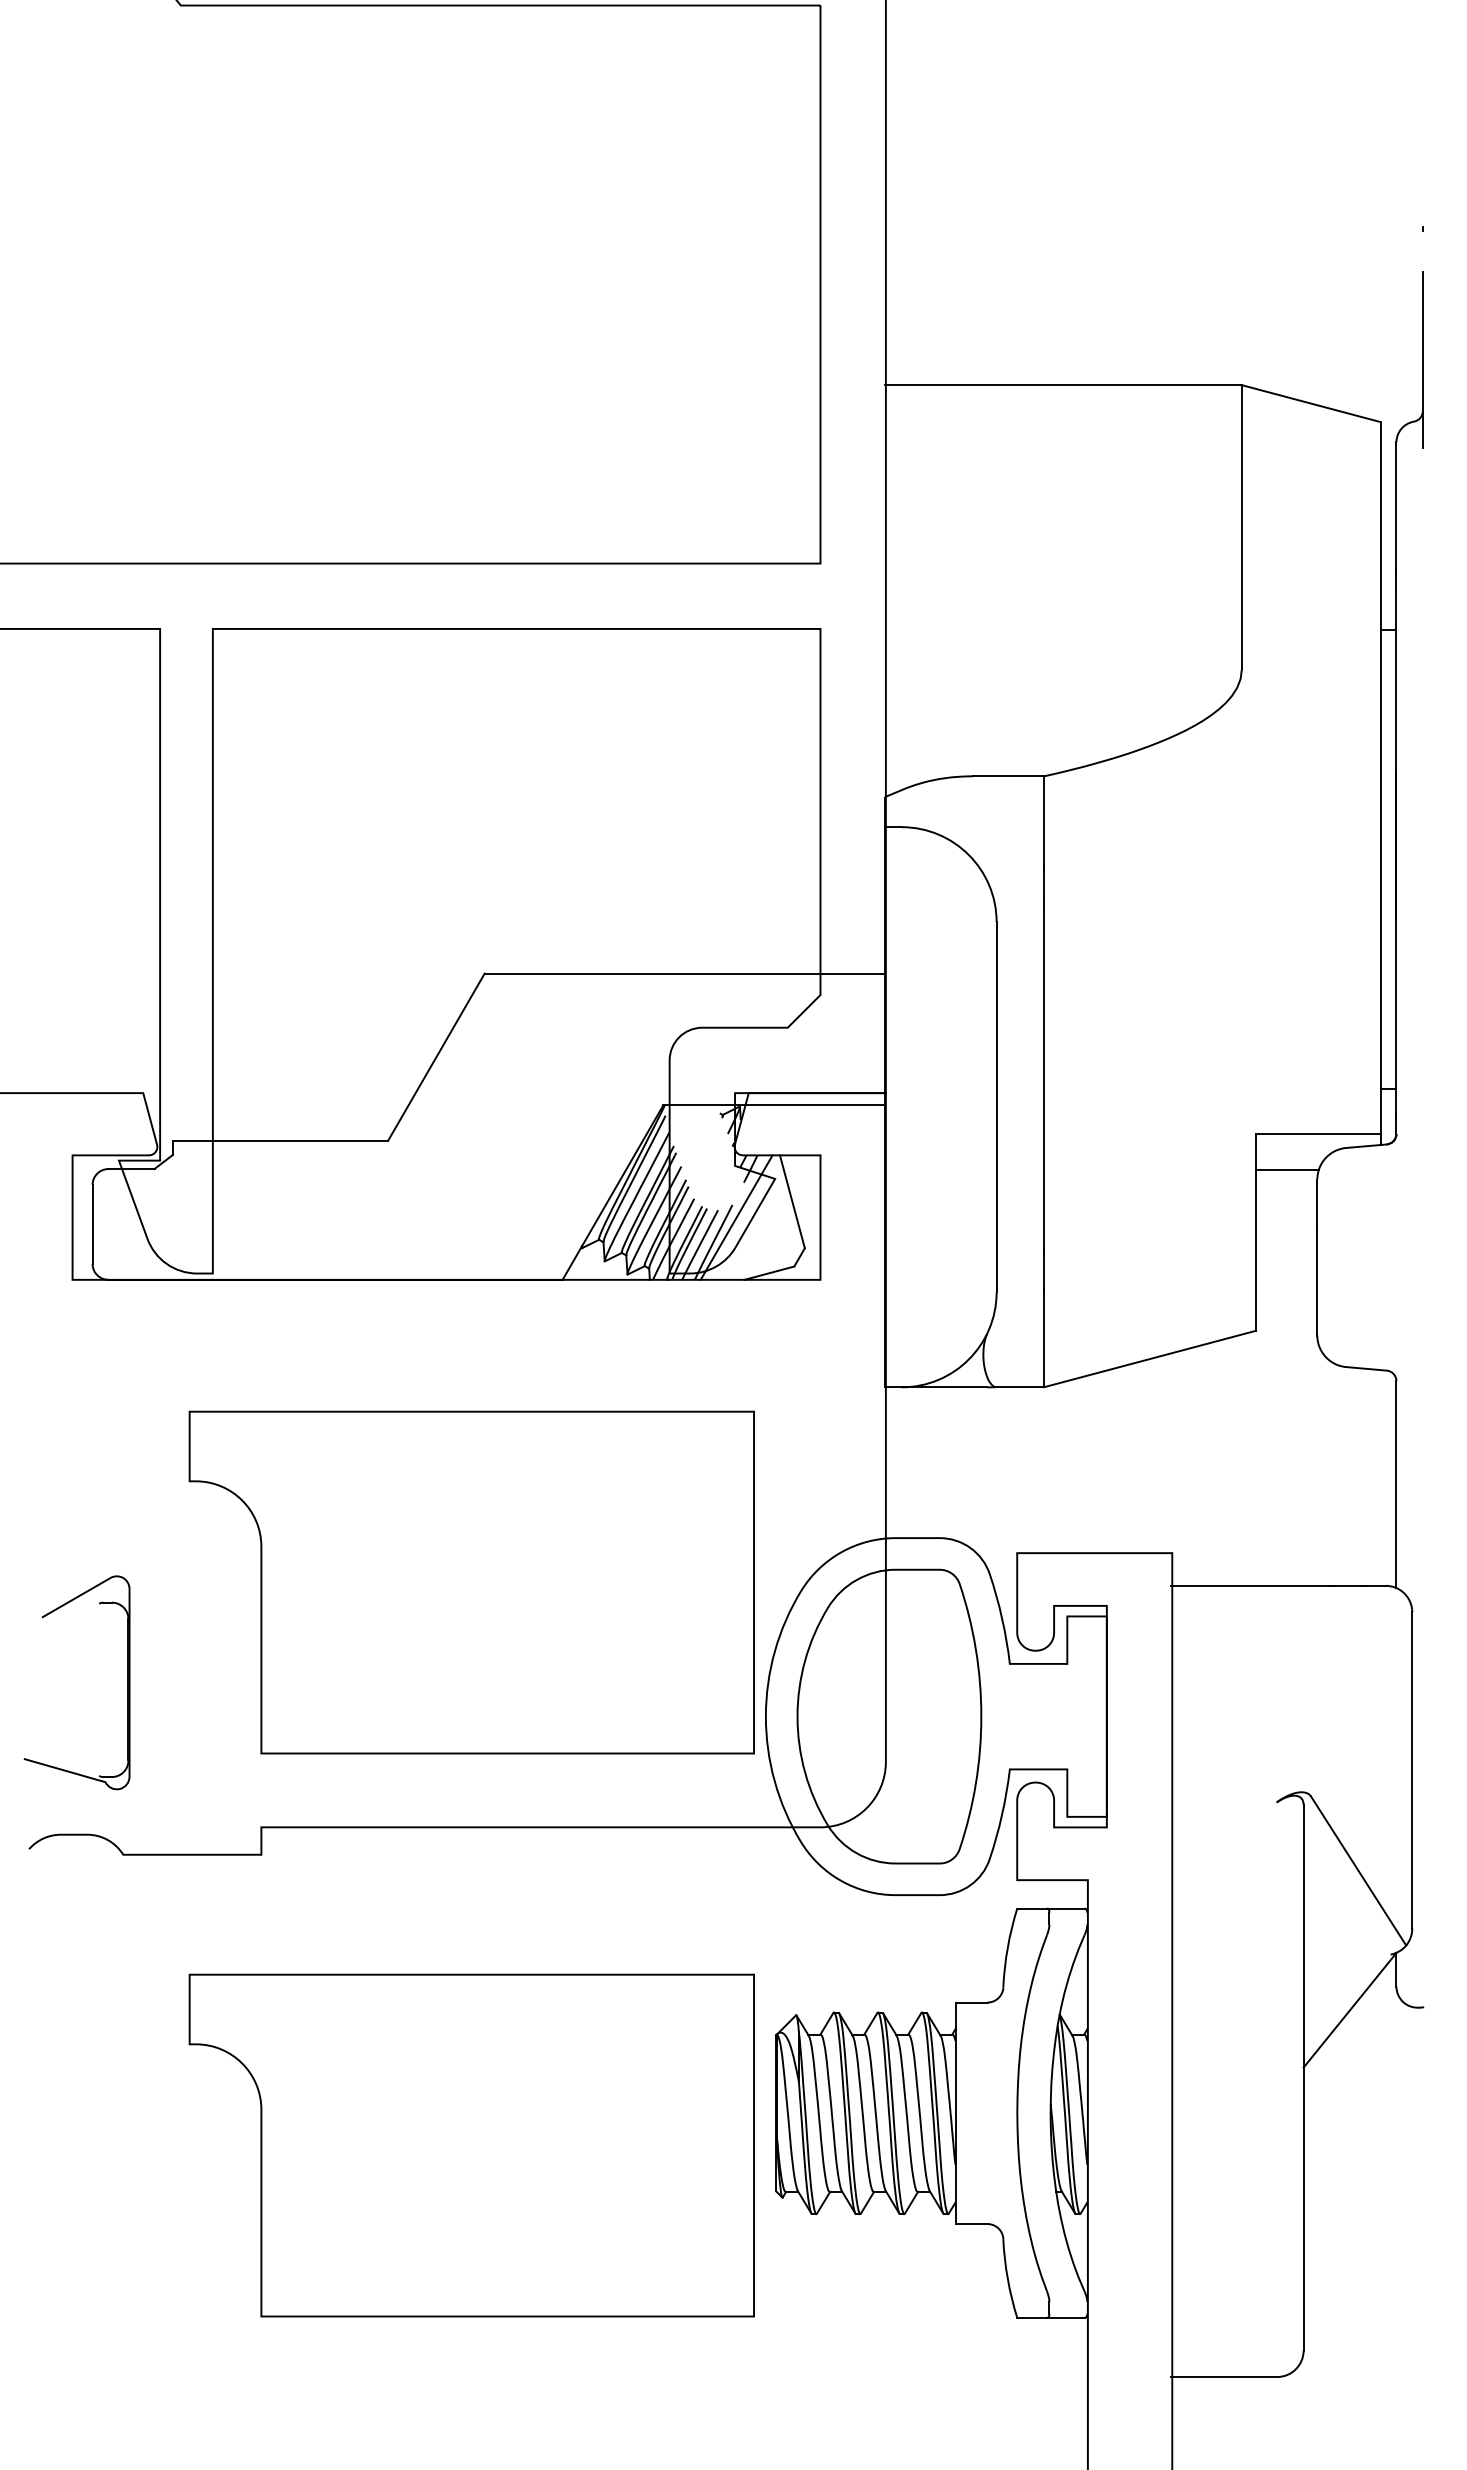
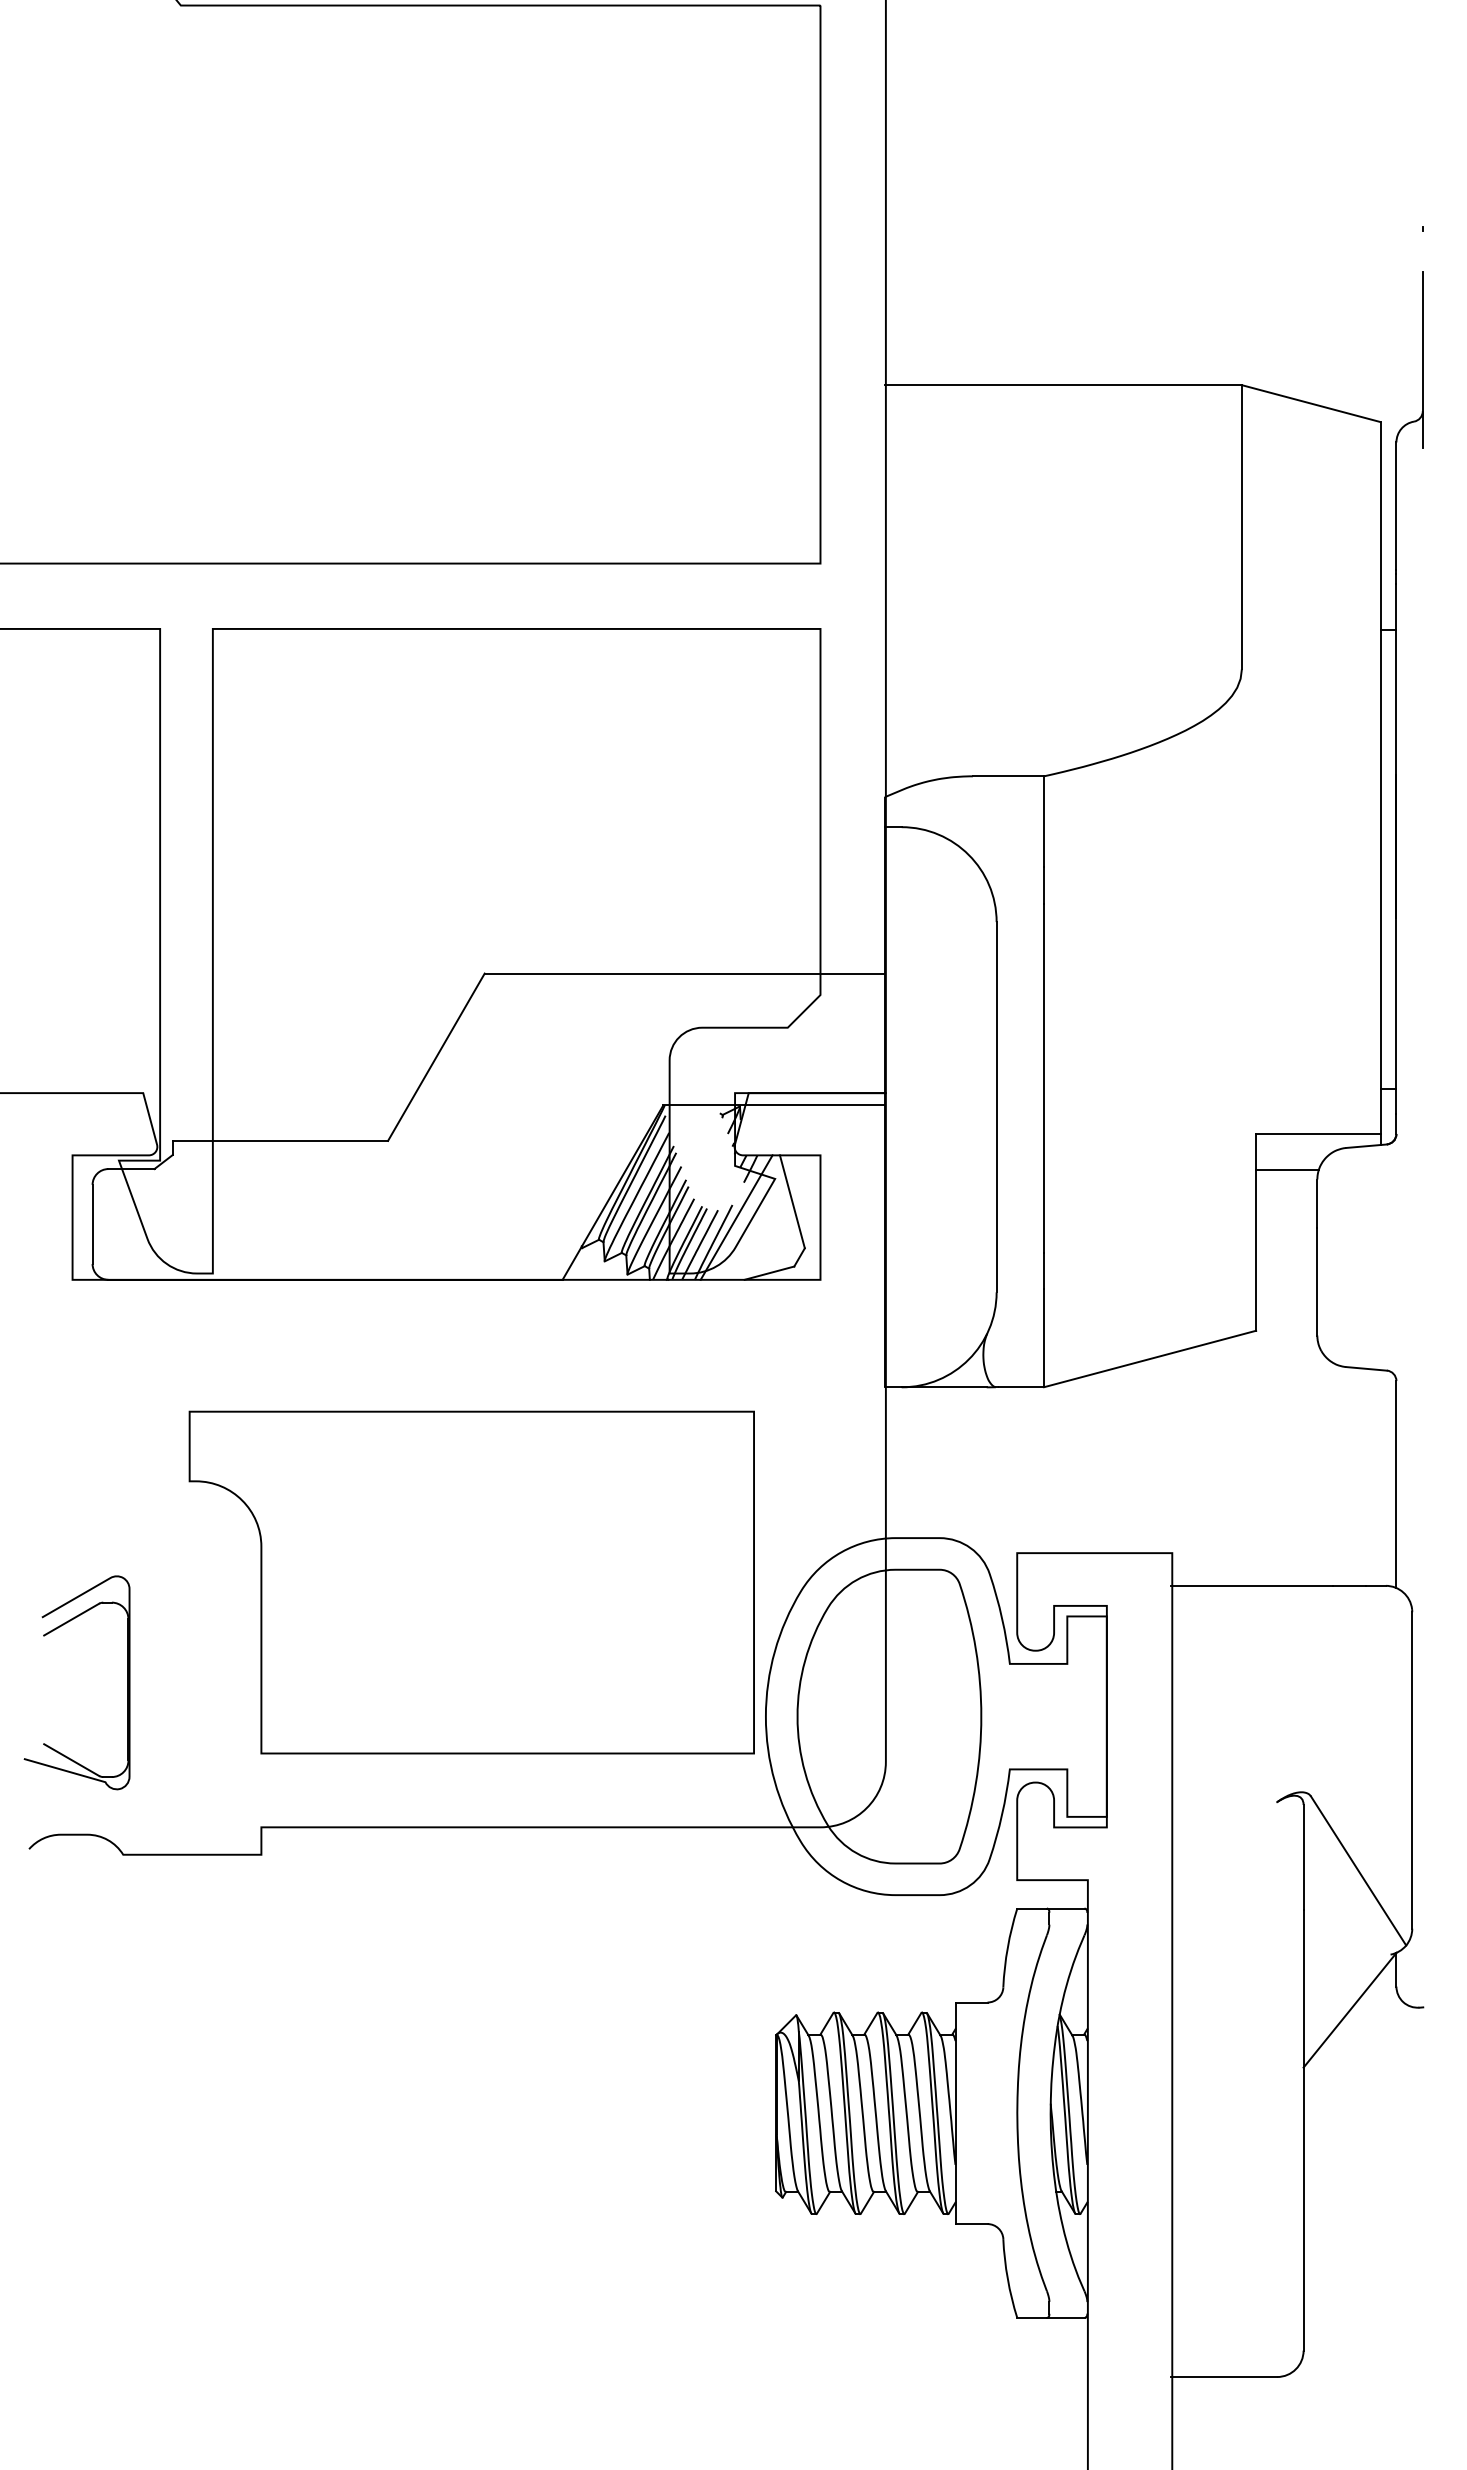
line at (71, 1619): none -> present
line at (71, 1759): none -> present
part at (471, 2145): present -> none
